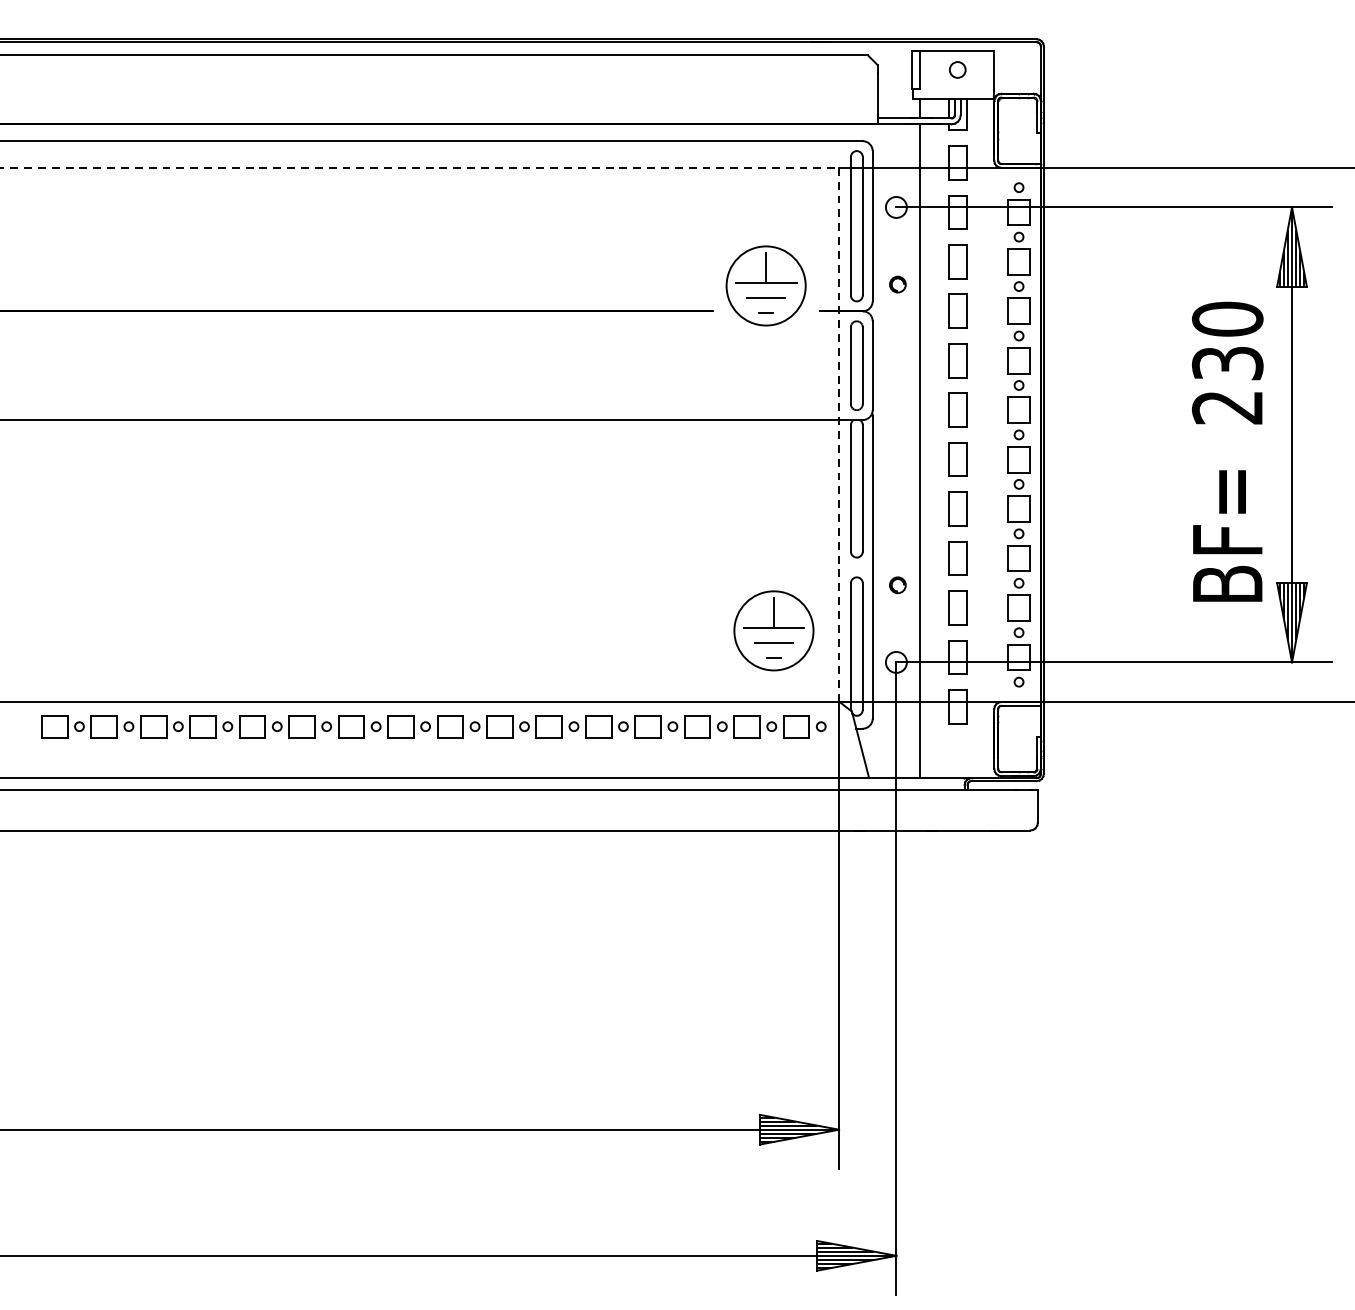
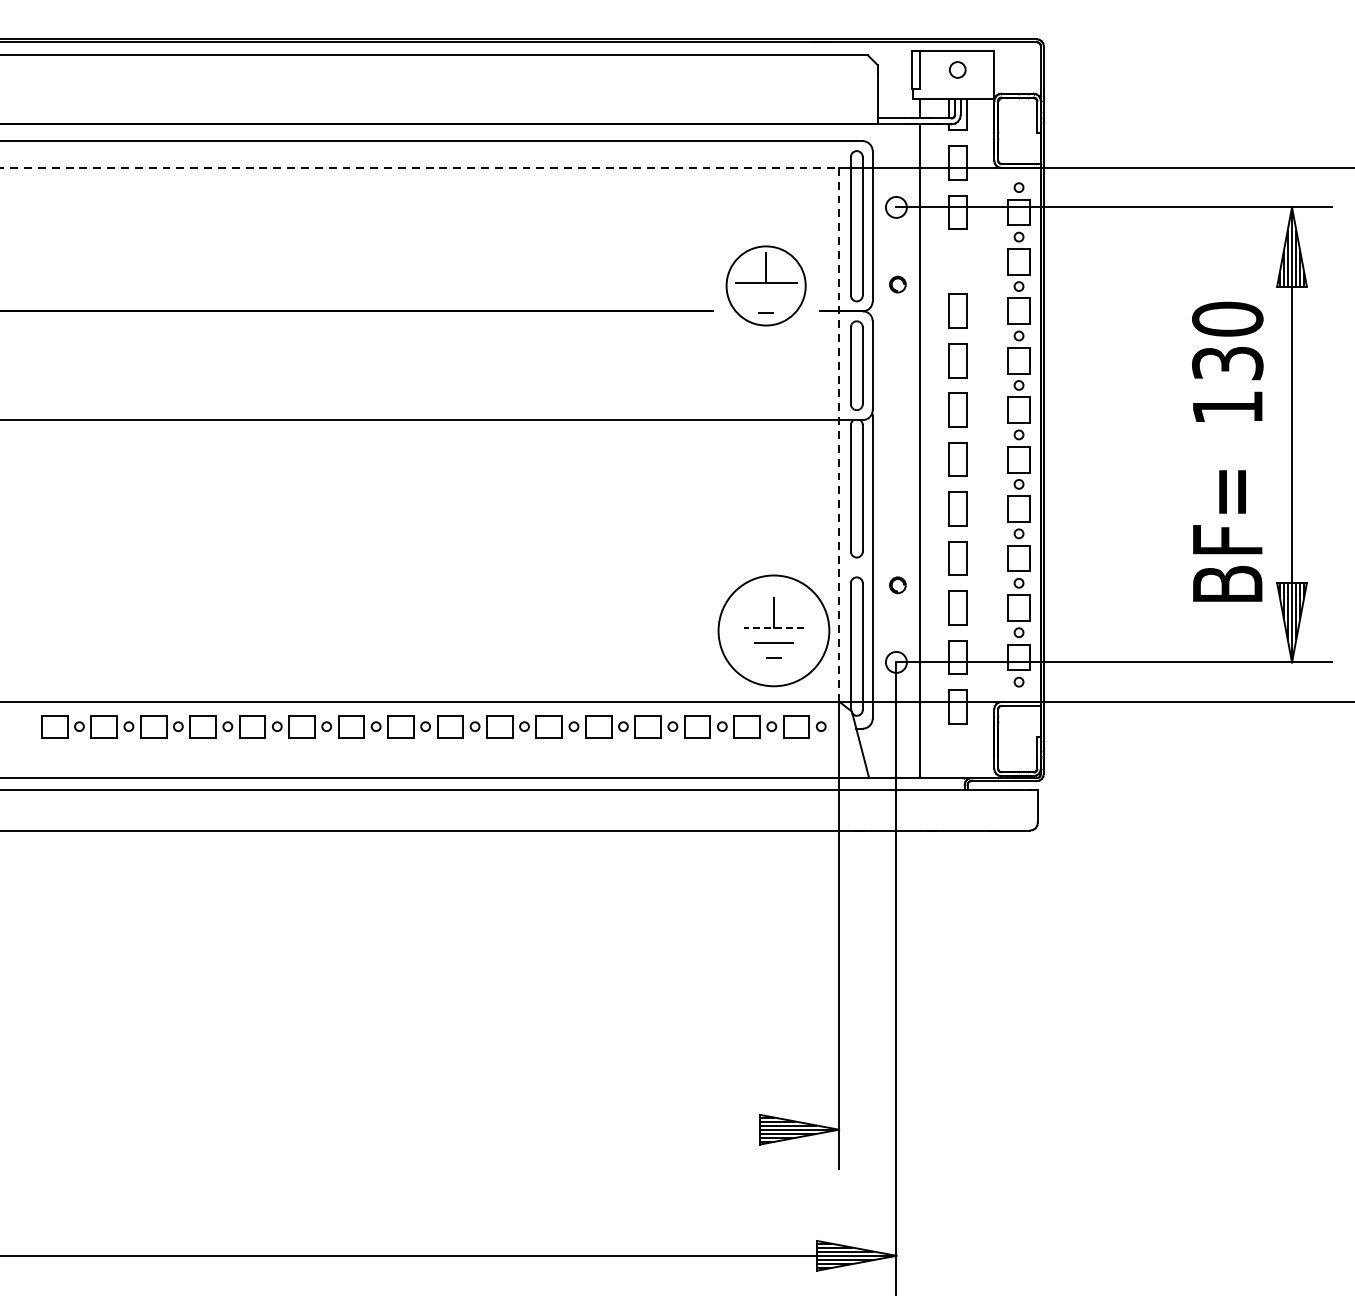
part at (957, 261): present -> none
line at (765, 297): present -> none
text at (1227, 407): 230 -> 130
line at (773, 627): solid -> dashed
circle at (773, 630) diameter: 79 px -> 111 px
line at (380, 1129): present -> none
